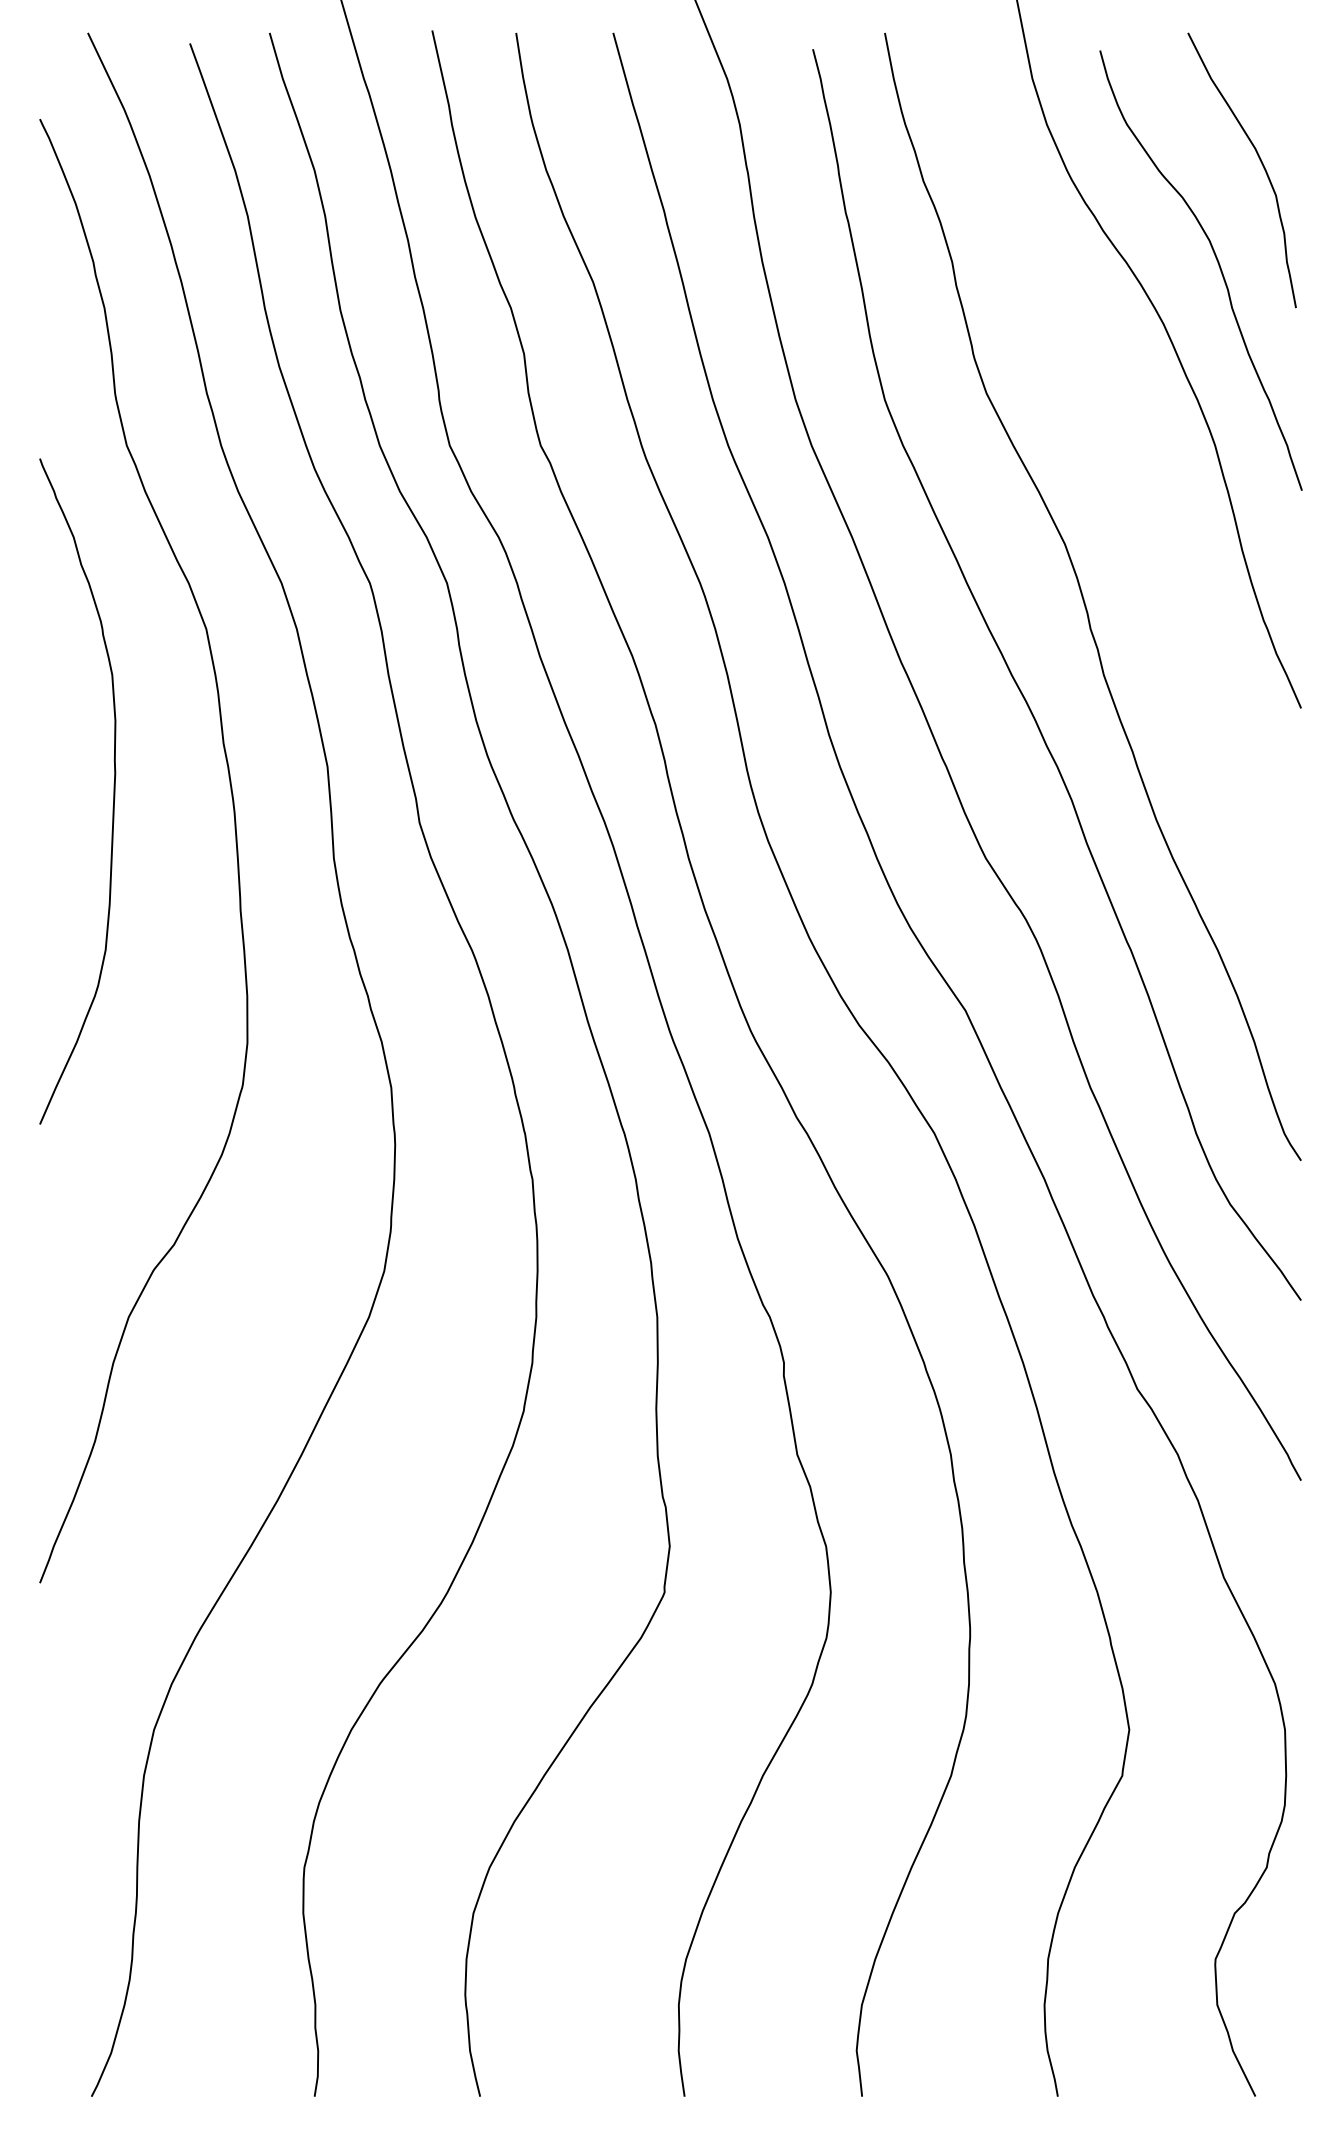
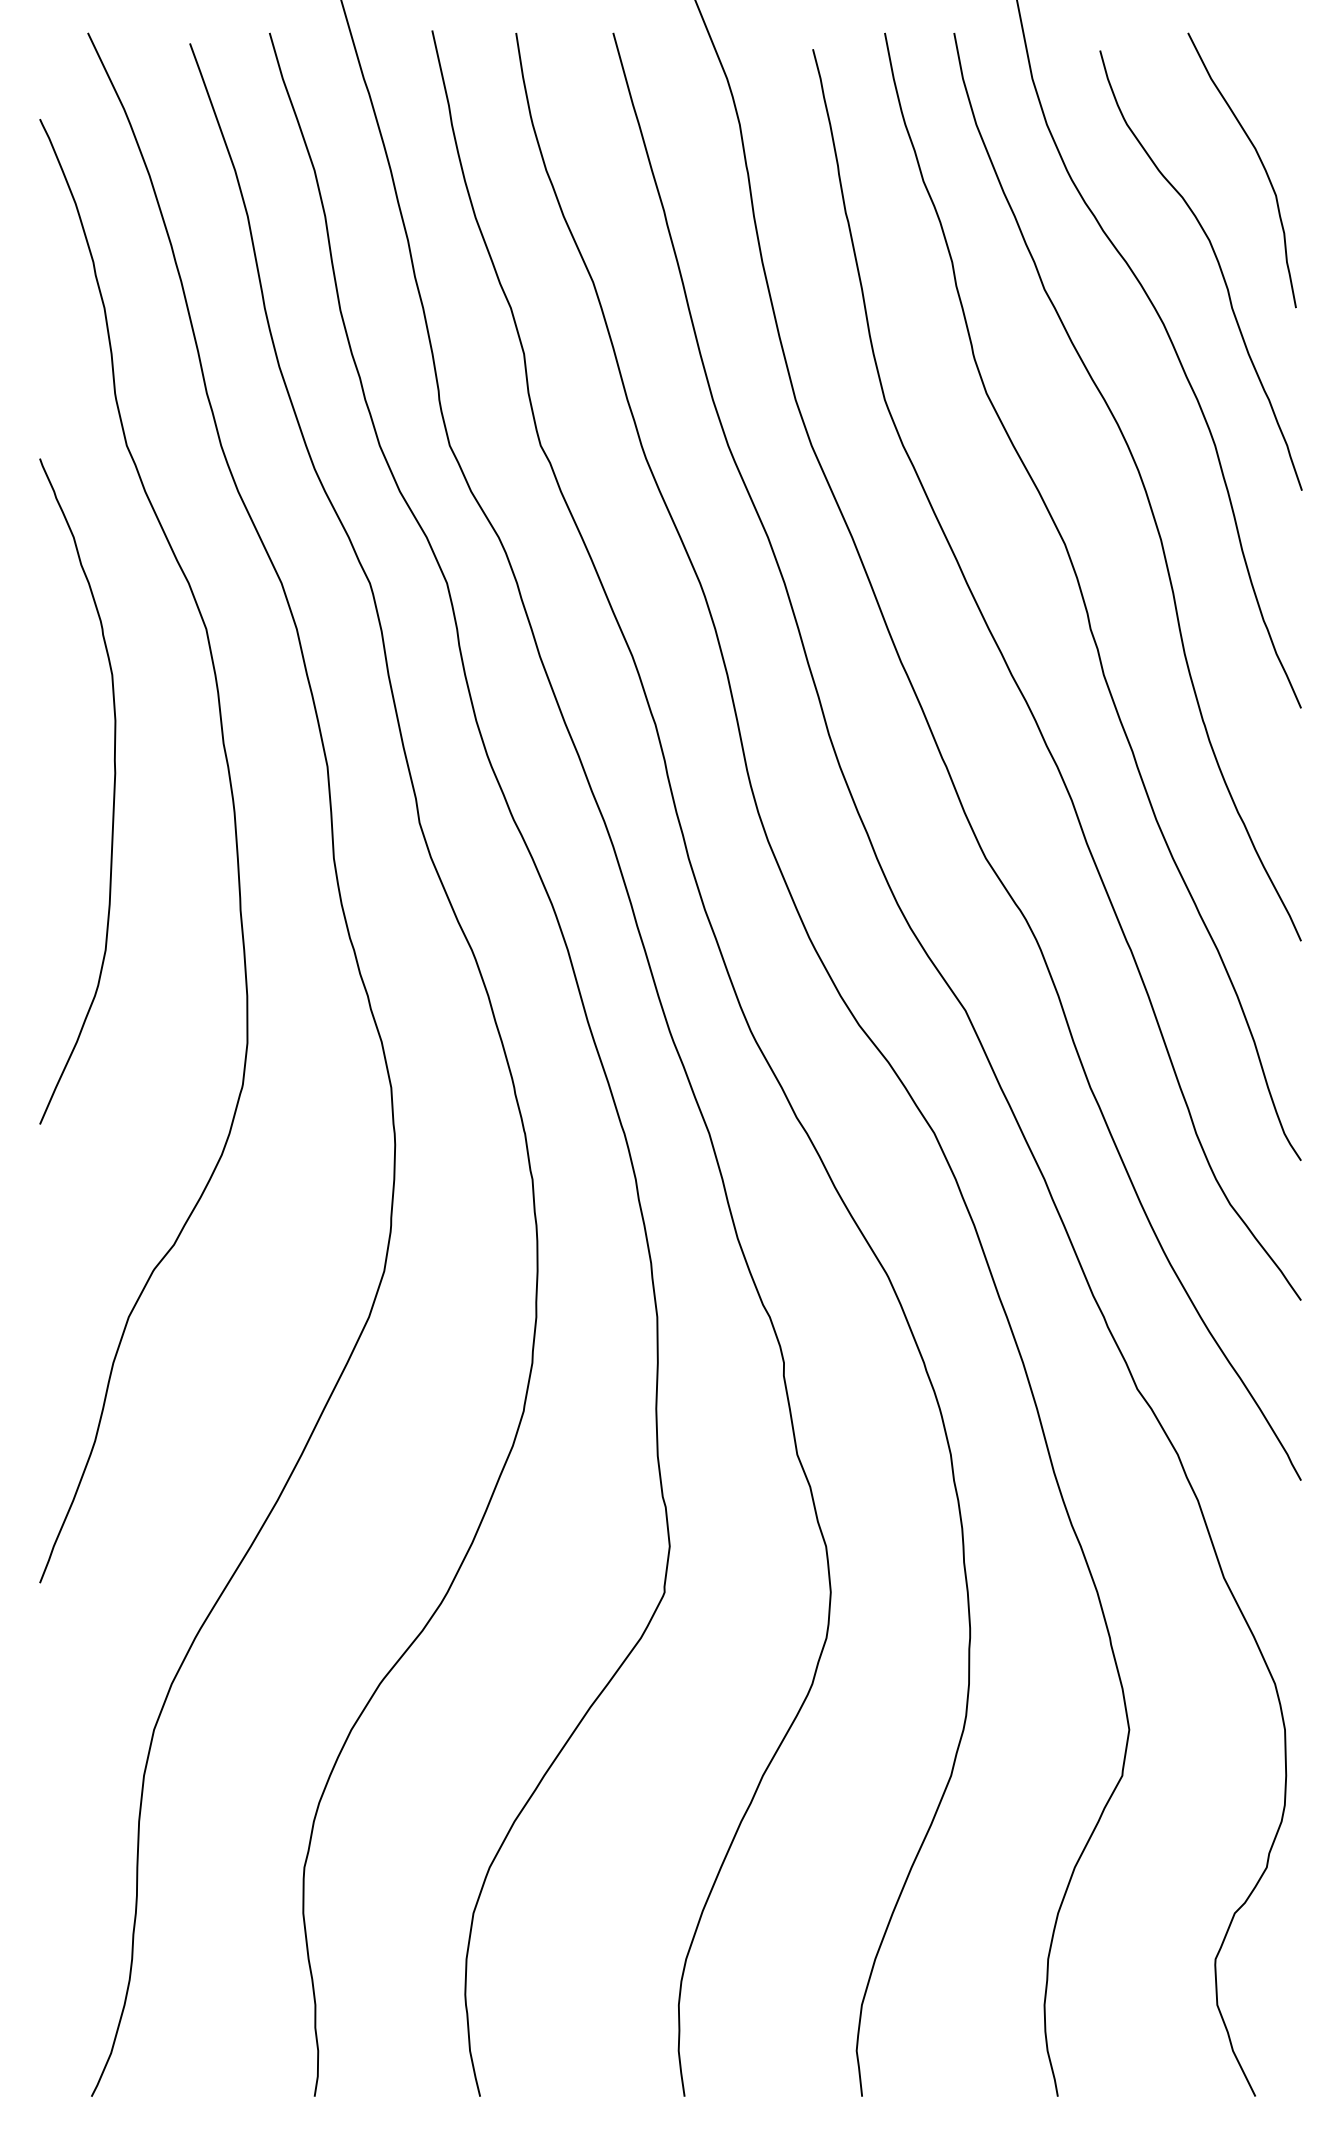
curve at (1141, 482): none -> present
